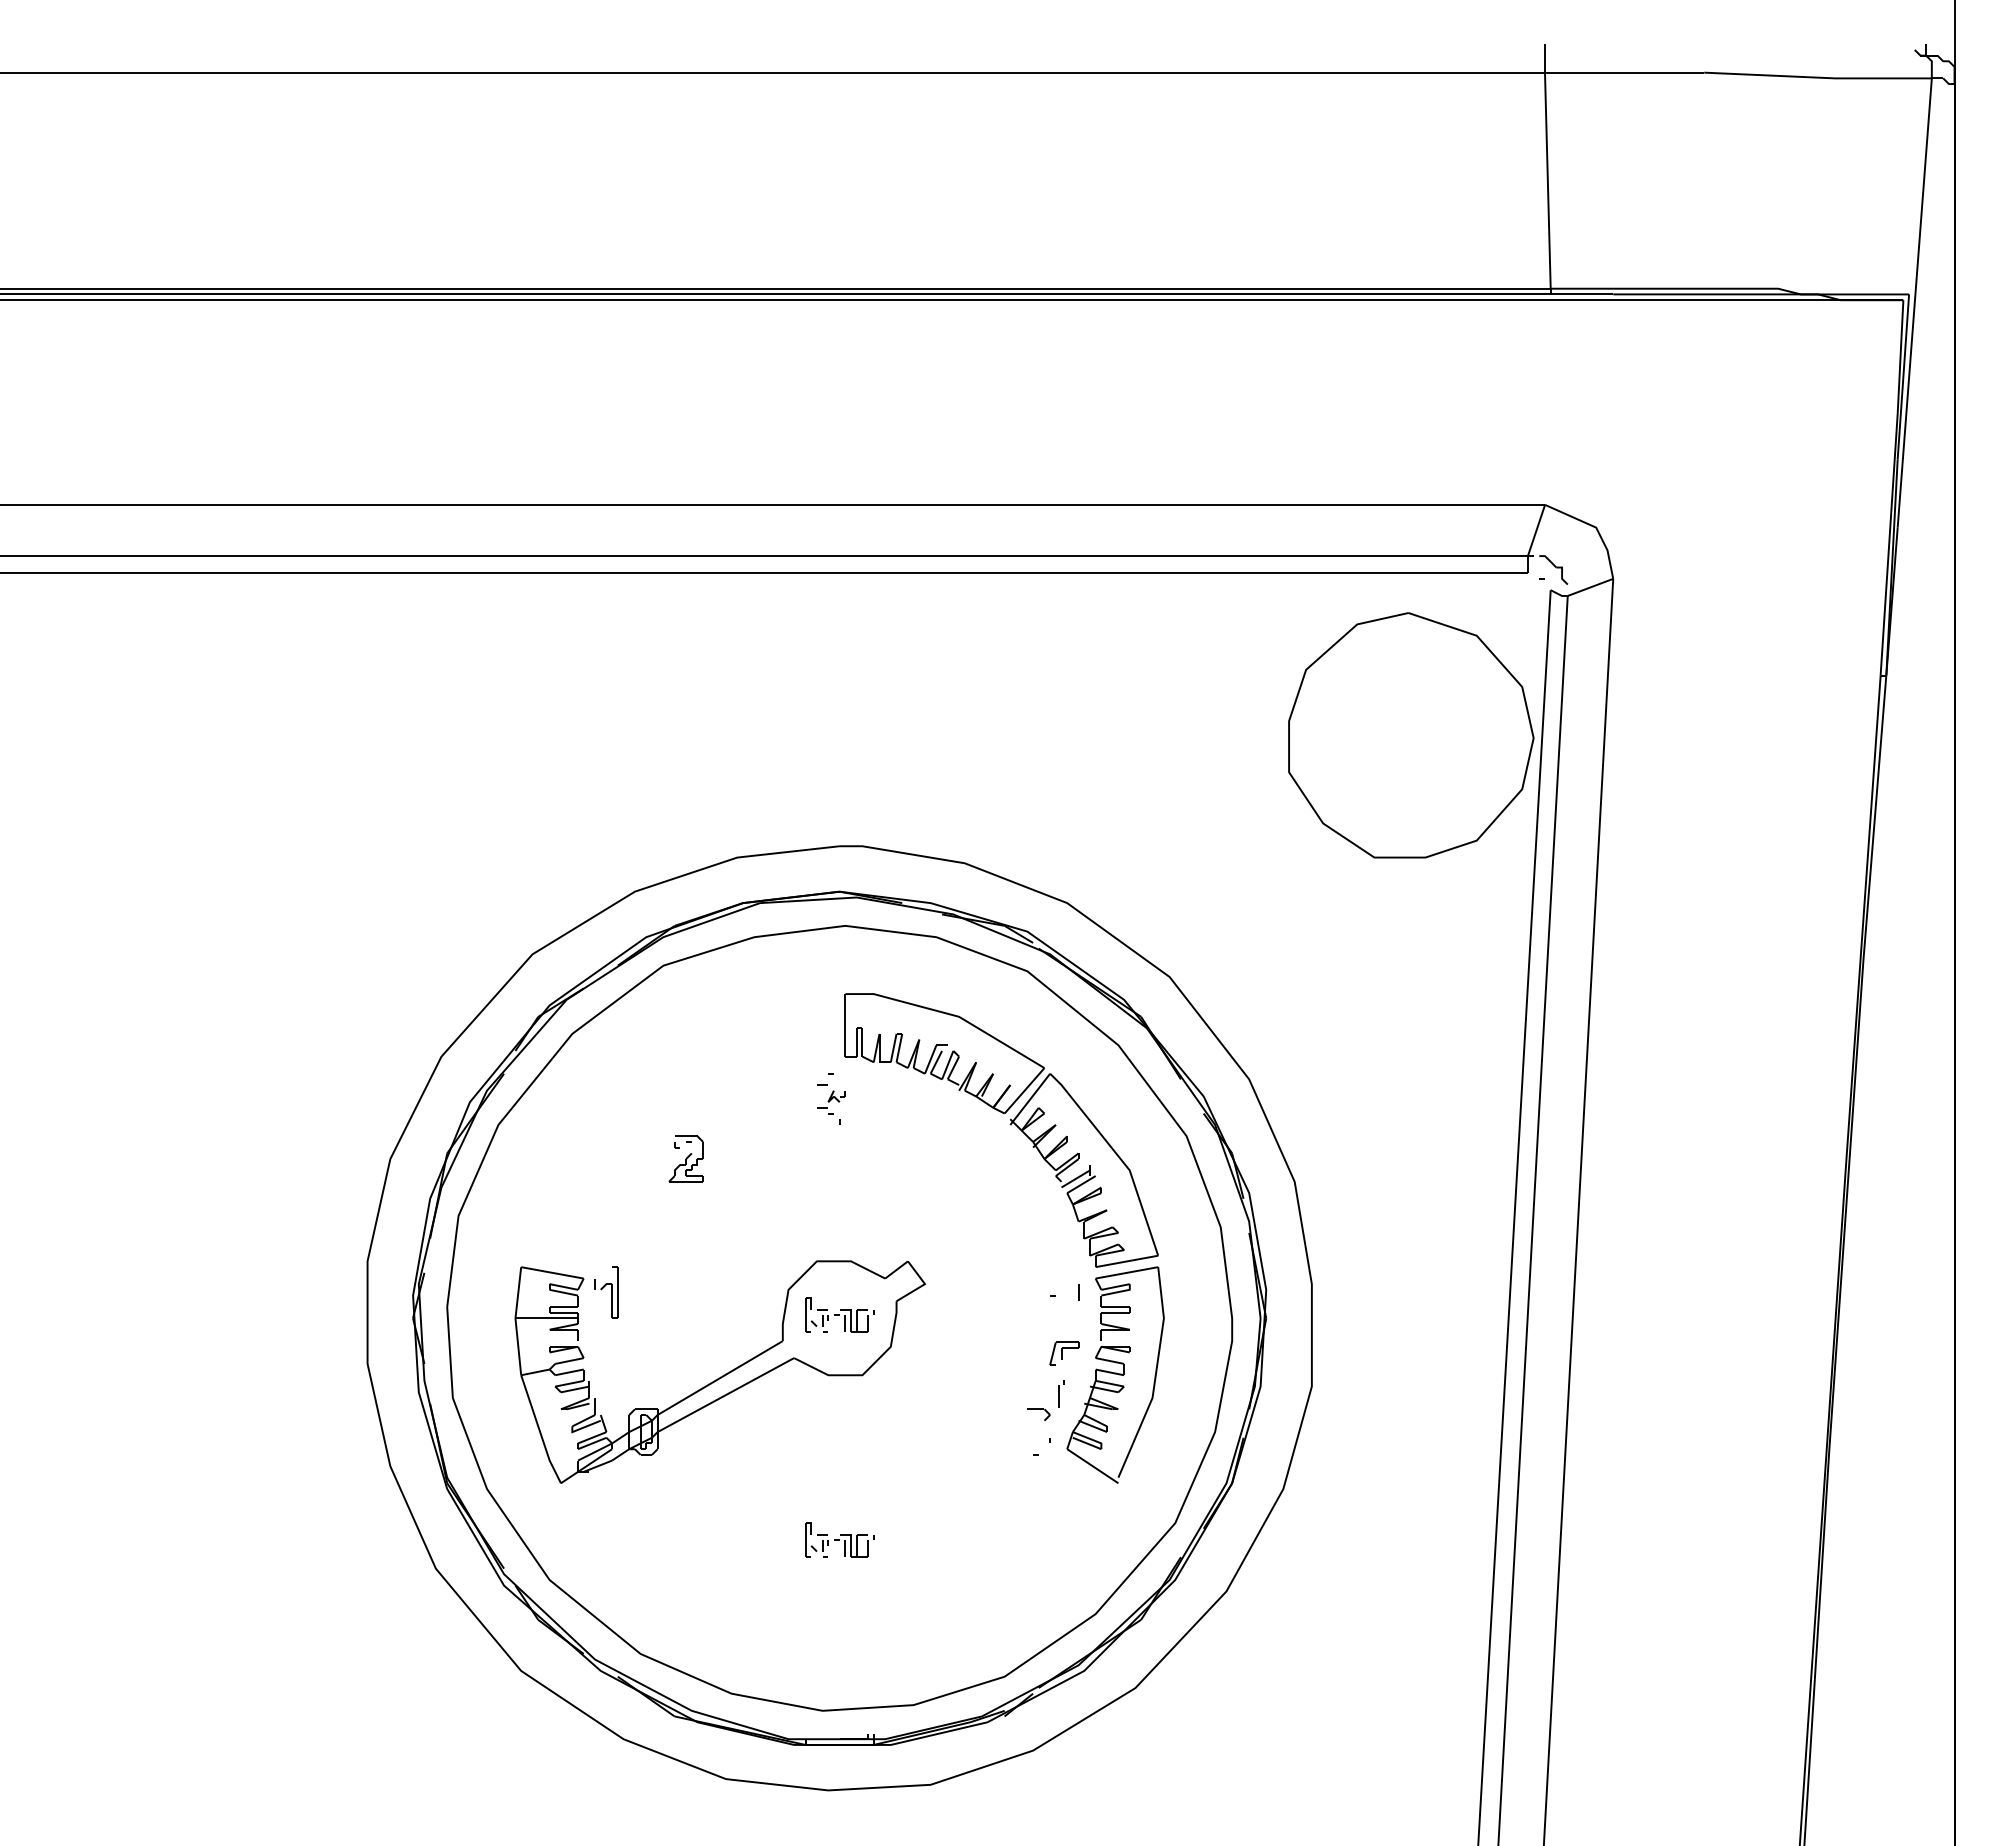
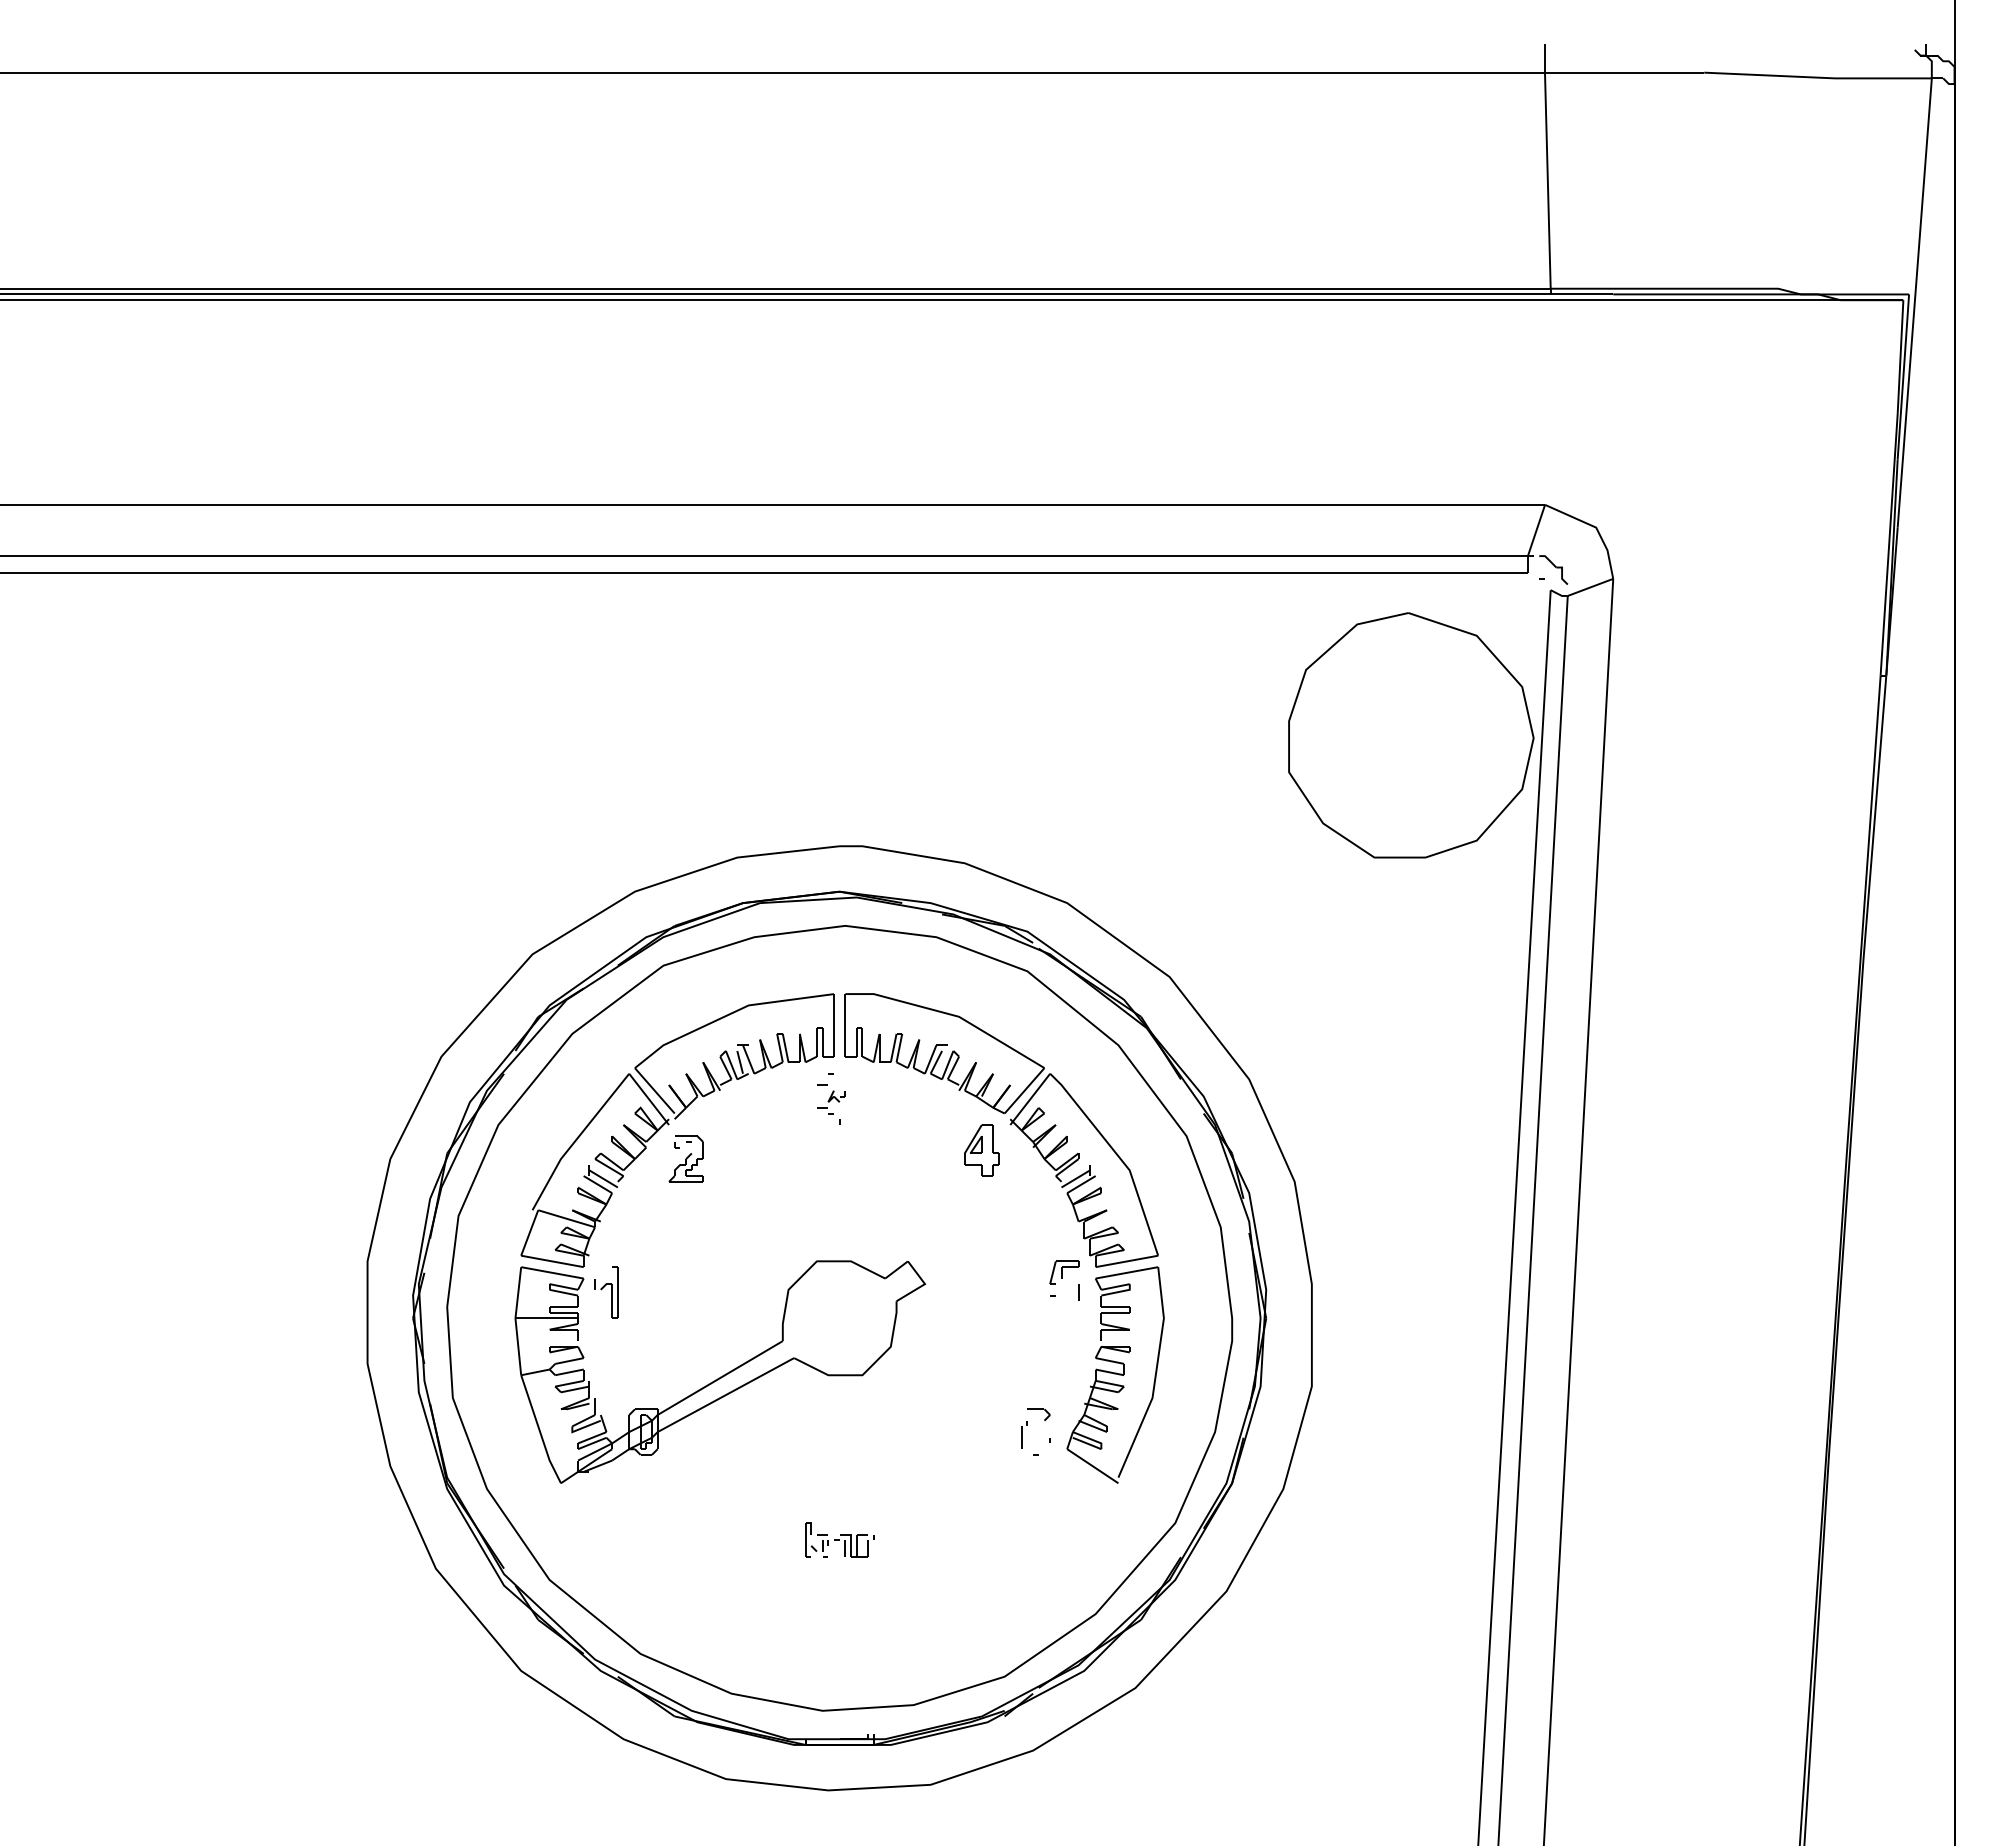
part at (669, 1124): none -> present
part at (981, 1150): none -> present
part at (839, 1314): present -> none
part at (1064, 1353) position: (1064, 1353) -> (1064, 1272)
part at (1061, 1393) position: (1061, 1393) -> (1024, 1434)
